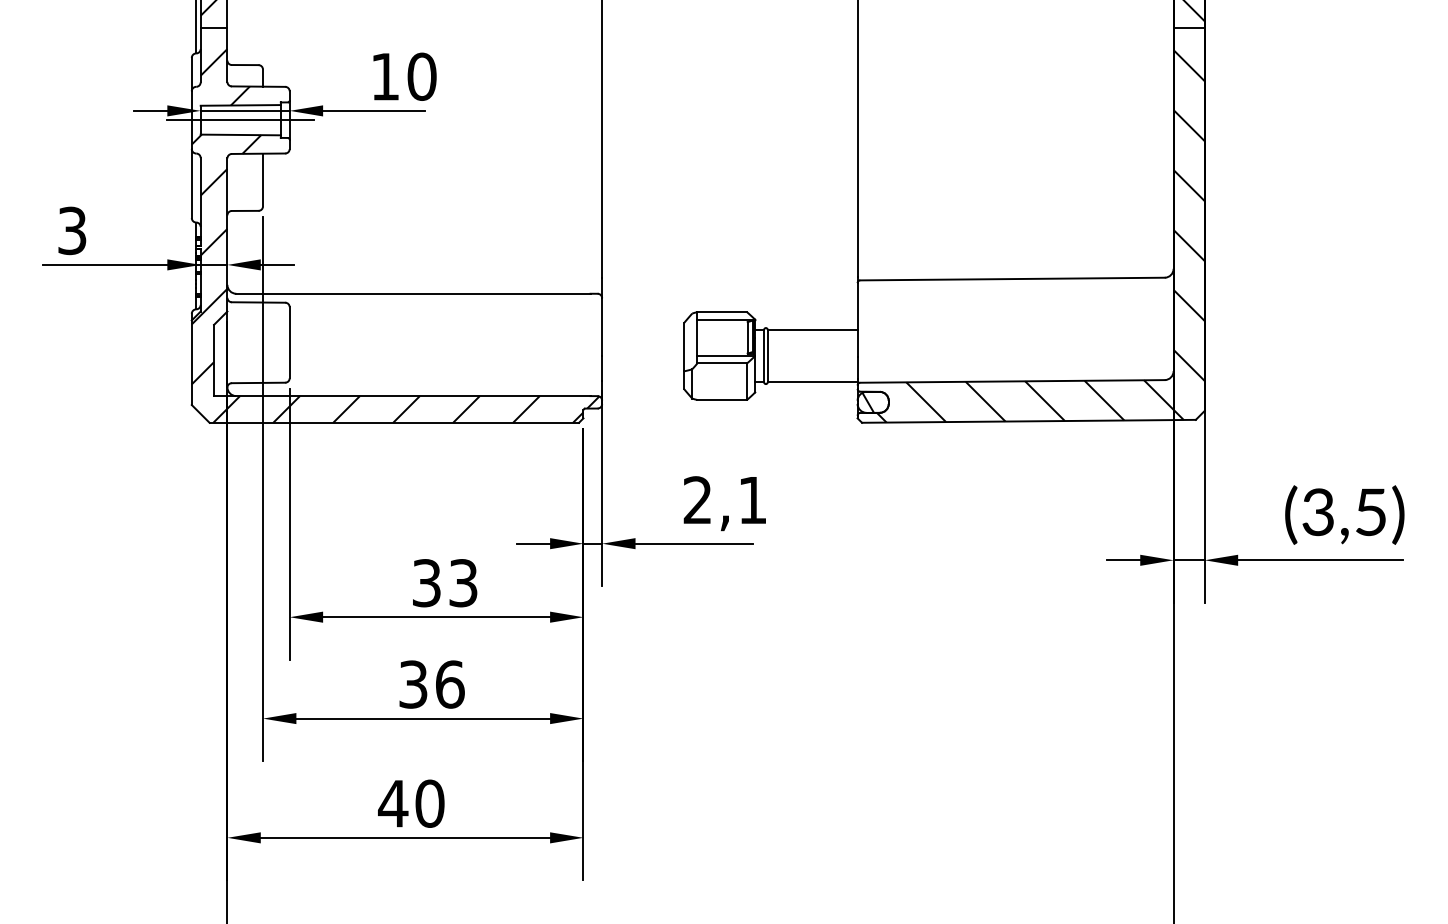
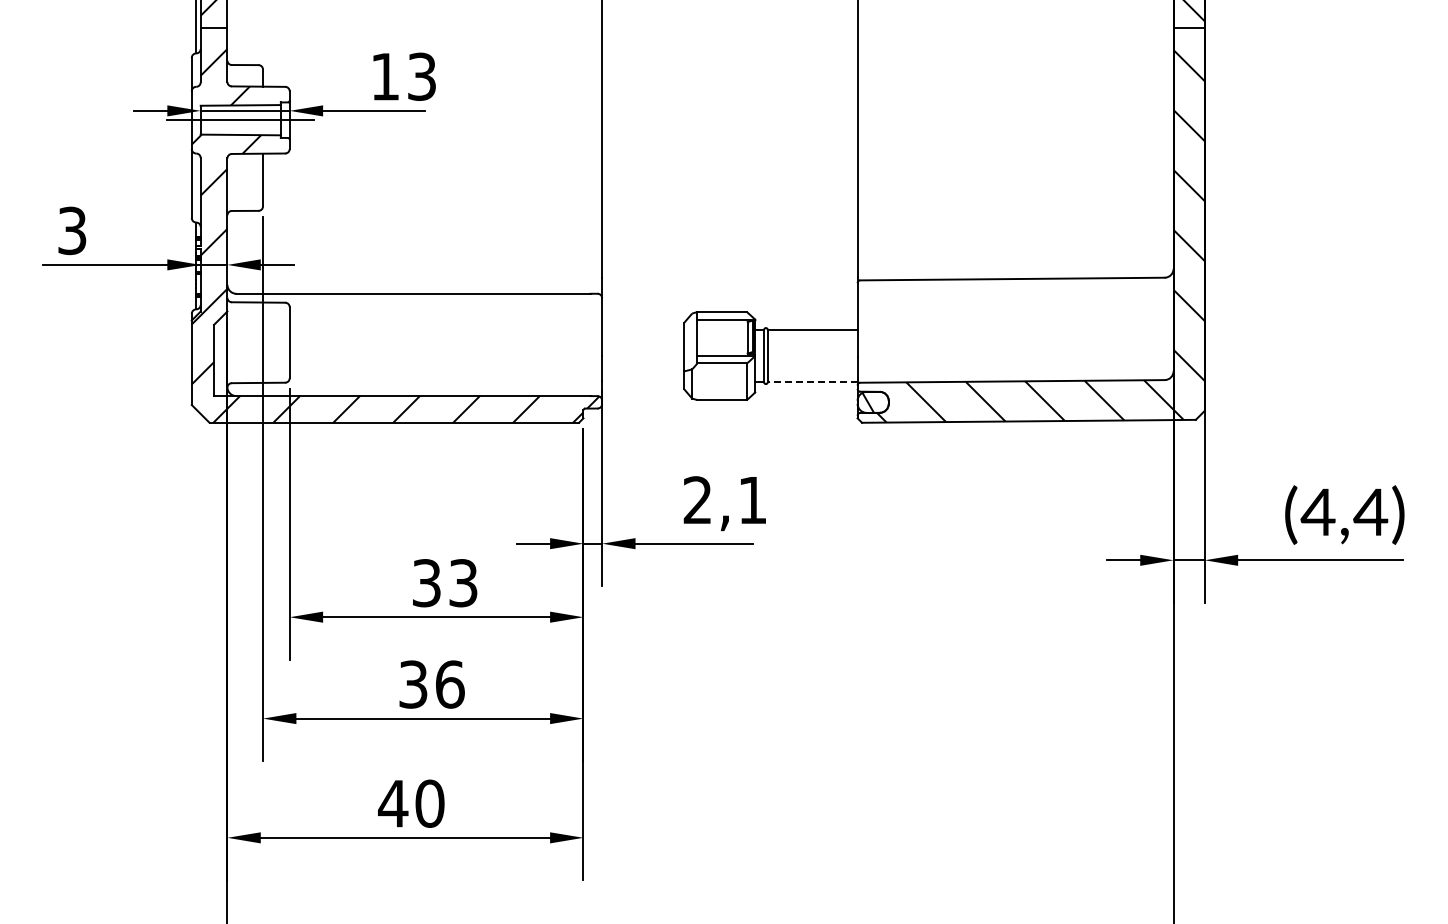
text at (421, 76): 10 -> 13
line at (812, 381): solid -> dashed
text at (1344, 512): (3,5) -> (4,4)
